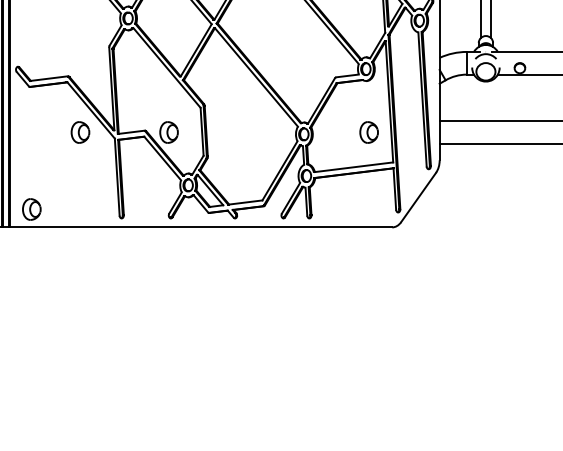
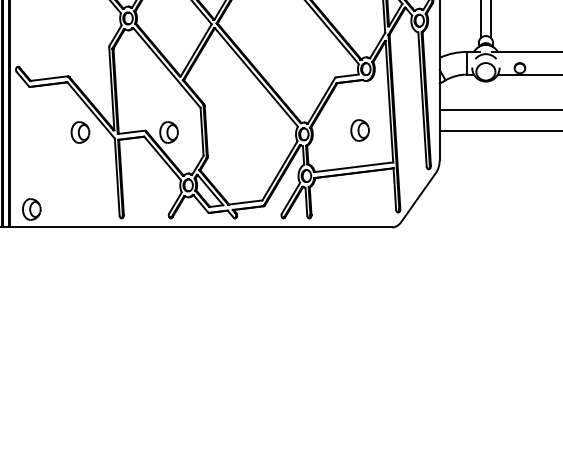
line at (499, 121) position: (499, 121) -> (499, 110)
part at (368, 132) position: (368, 132) -> (359, 130)
line at (499, 143) position: (499, 143) -> (499, 130)
